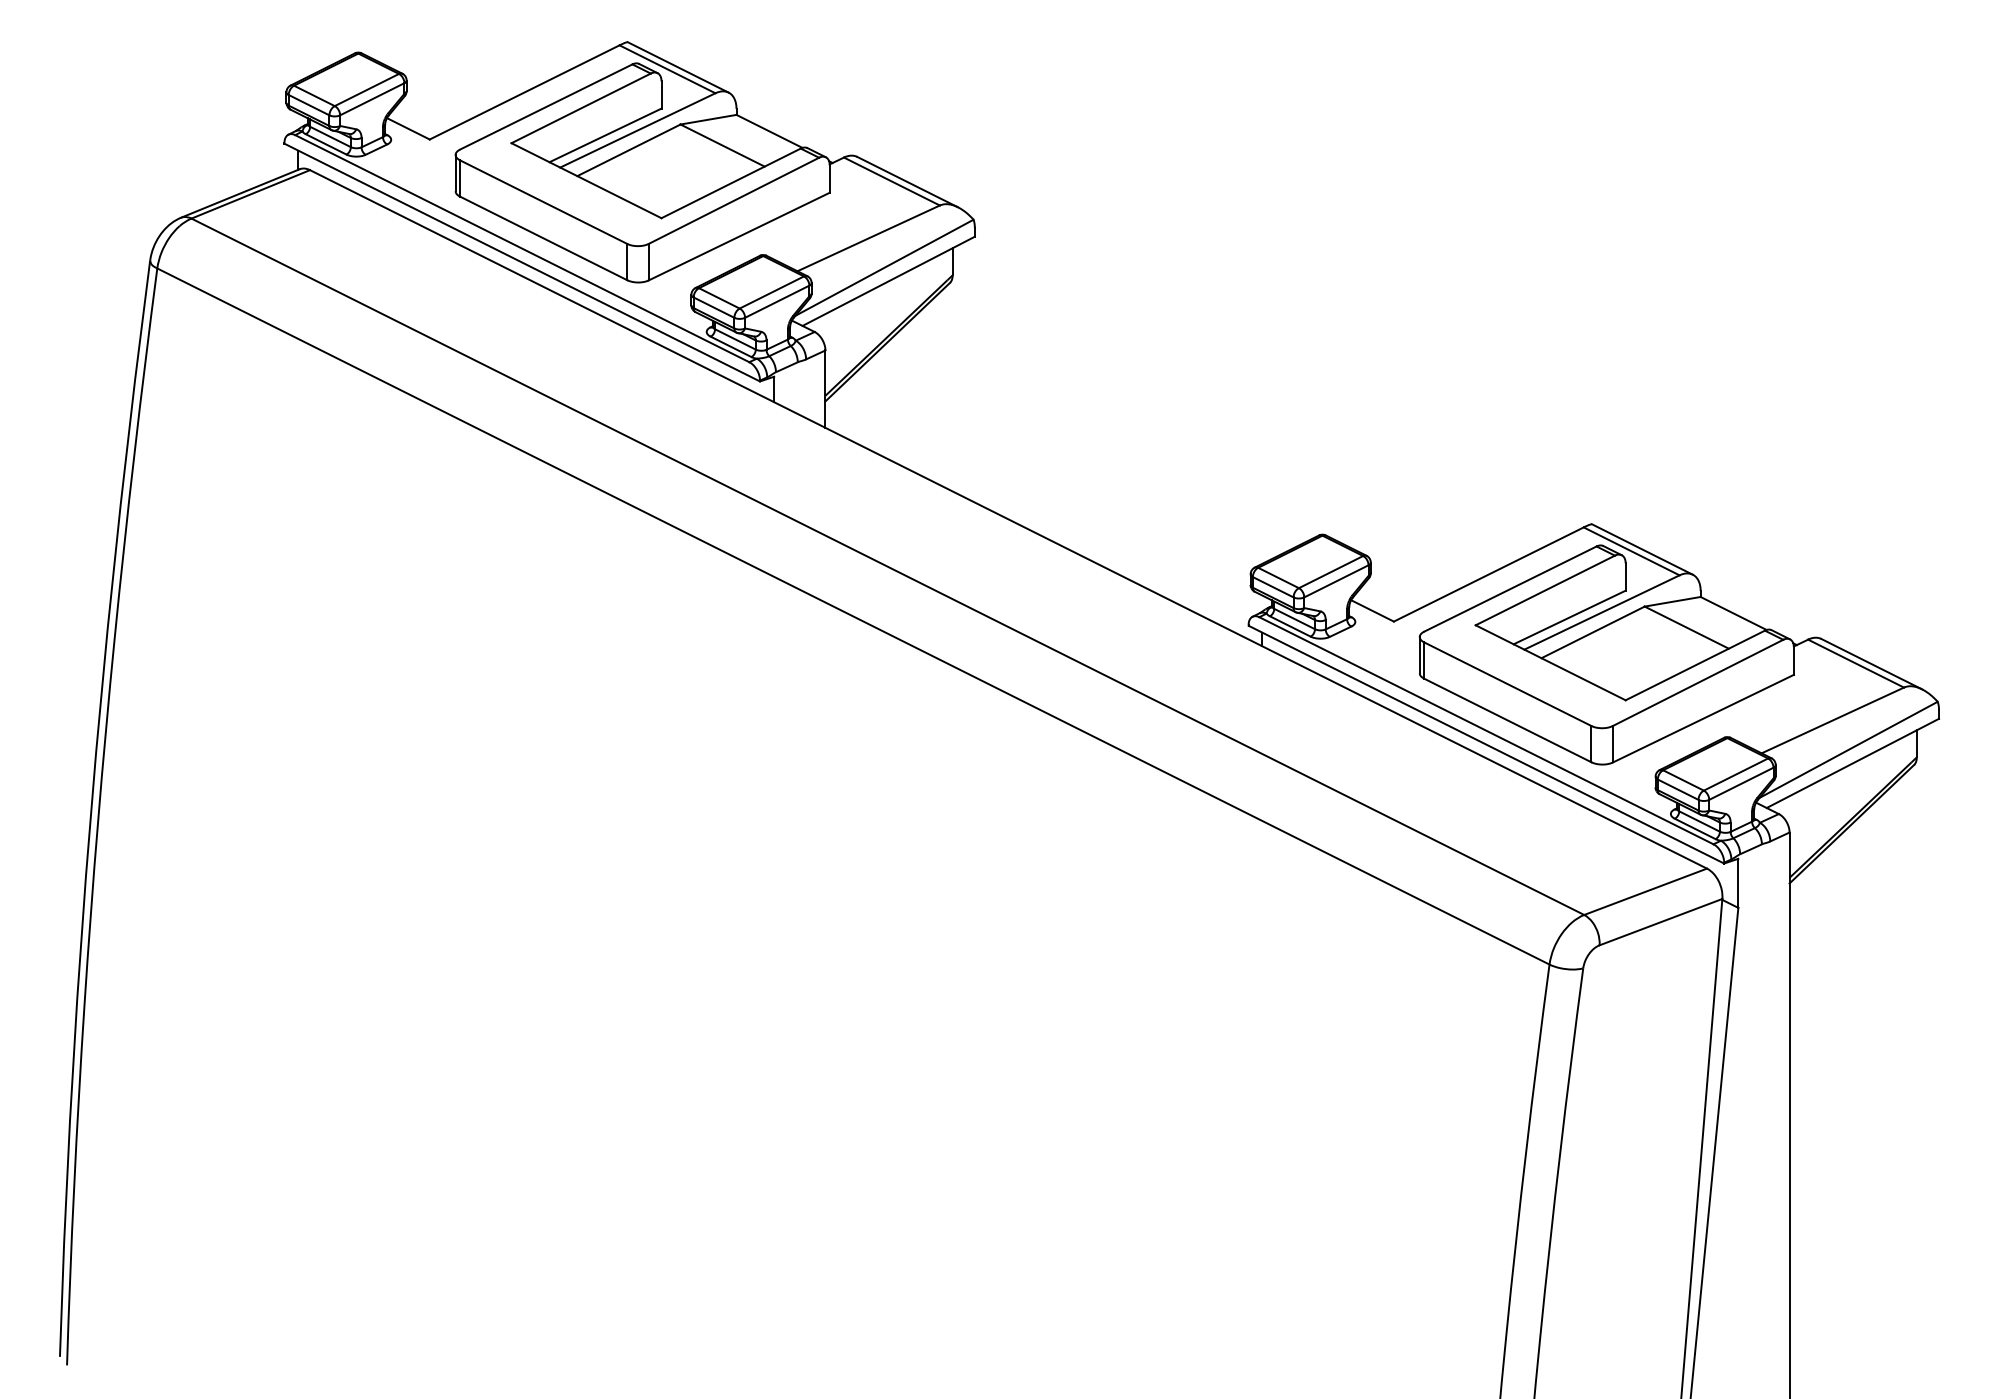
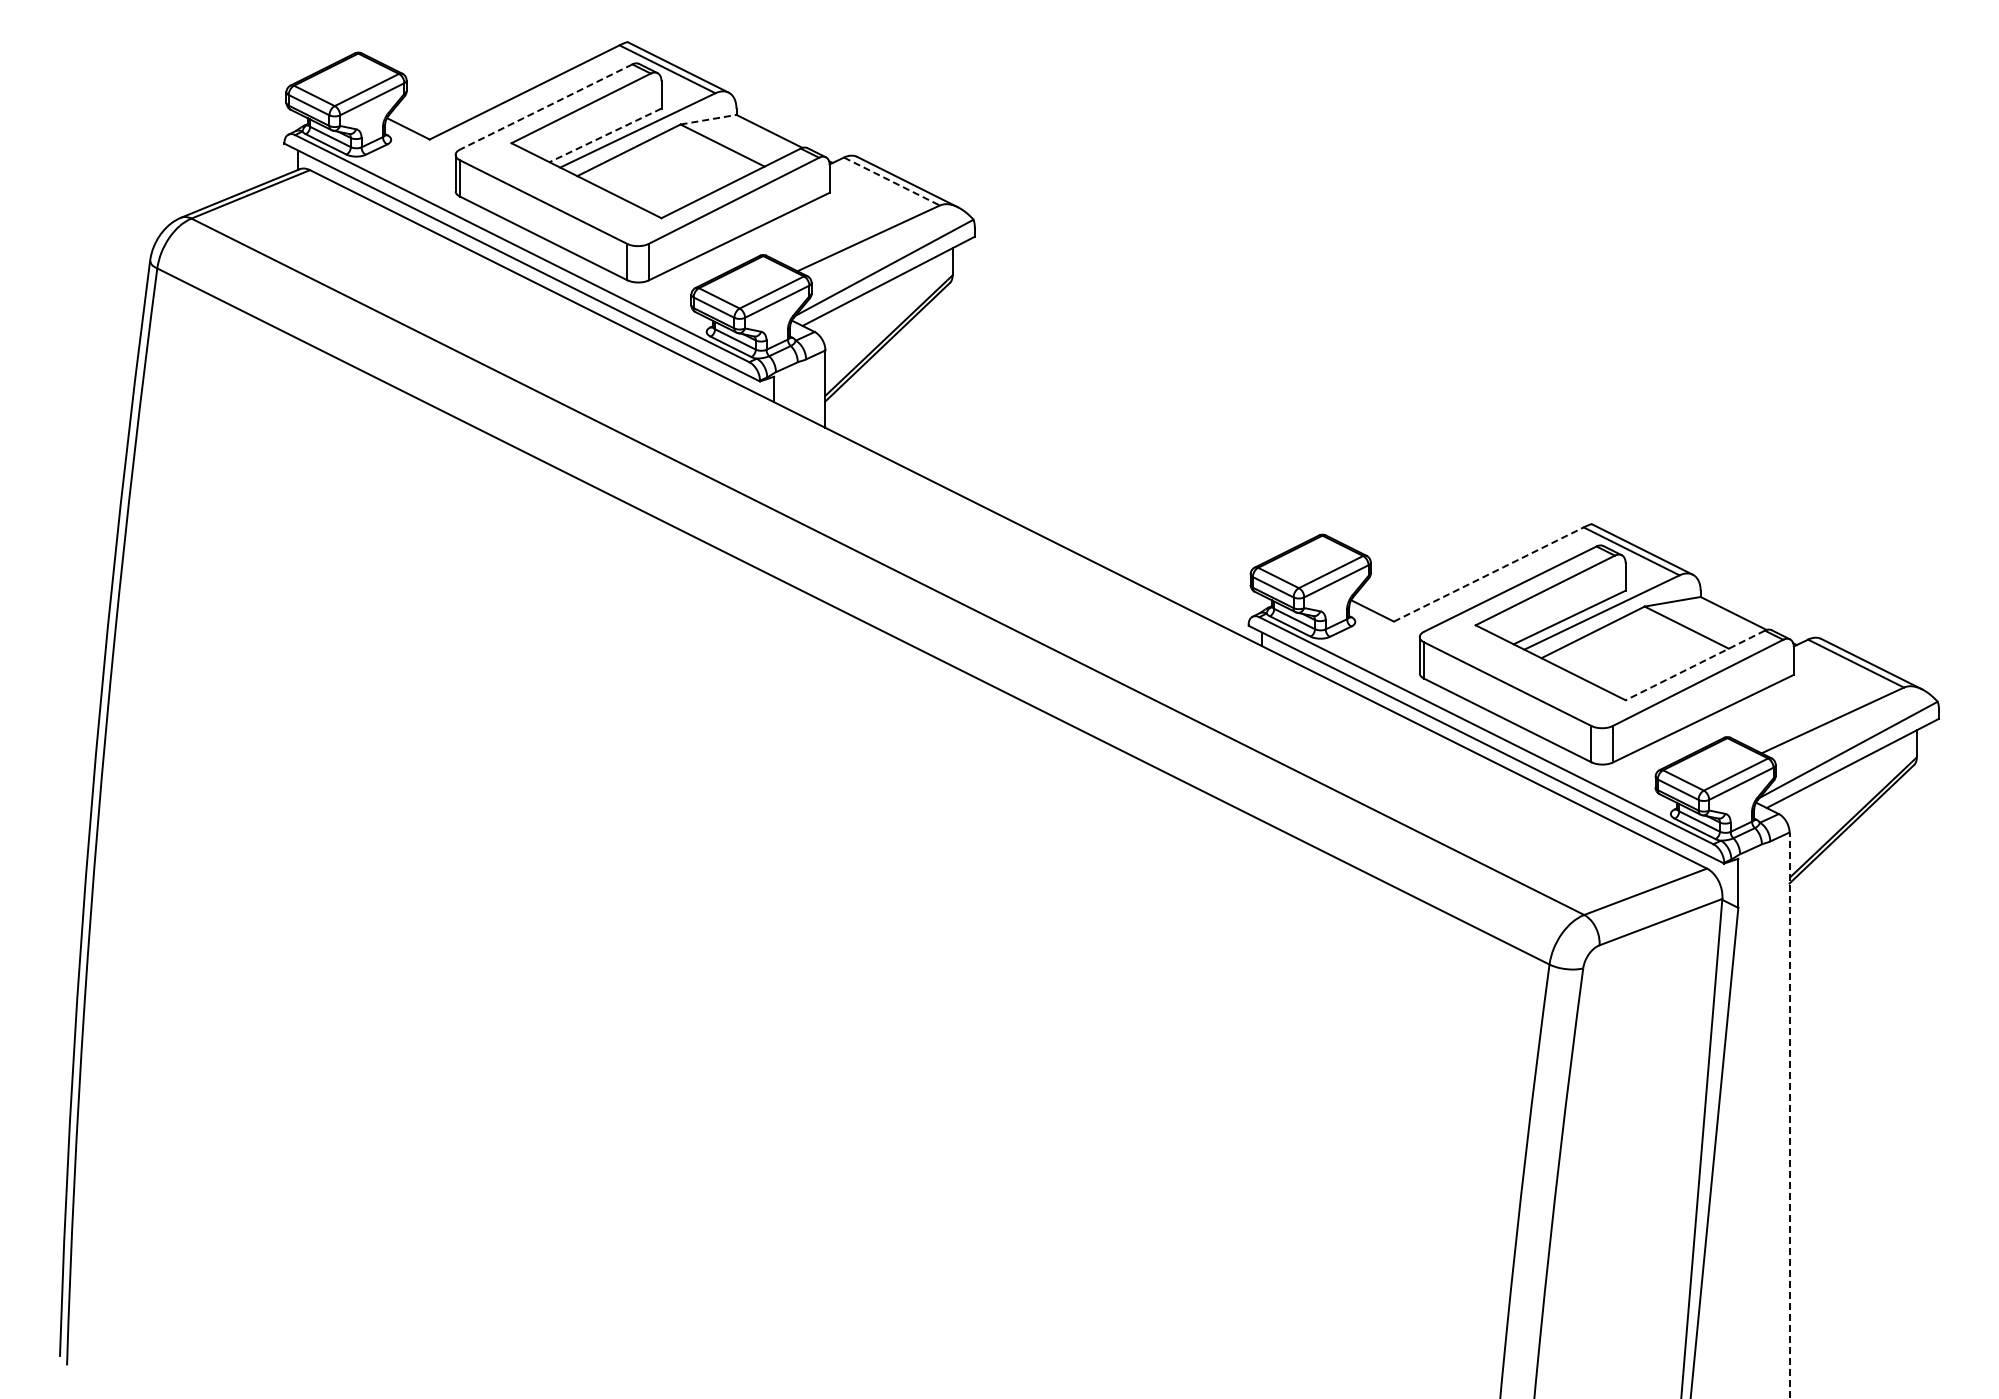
line at (545, 107): solid -> dashed
line at (709, 119): solid -> dashed
line at (605, 135): solid -> dashed
line at (891, 181): solid -> dashed
line at (1488, 574): solid -> dashed
line at (1695, 665): solid -> dashed
line at (1789, 1115): solid -> dashed
